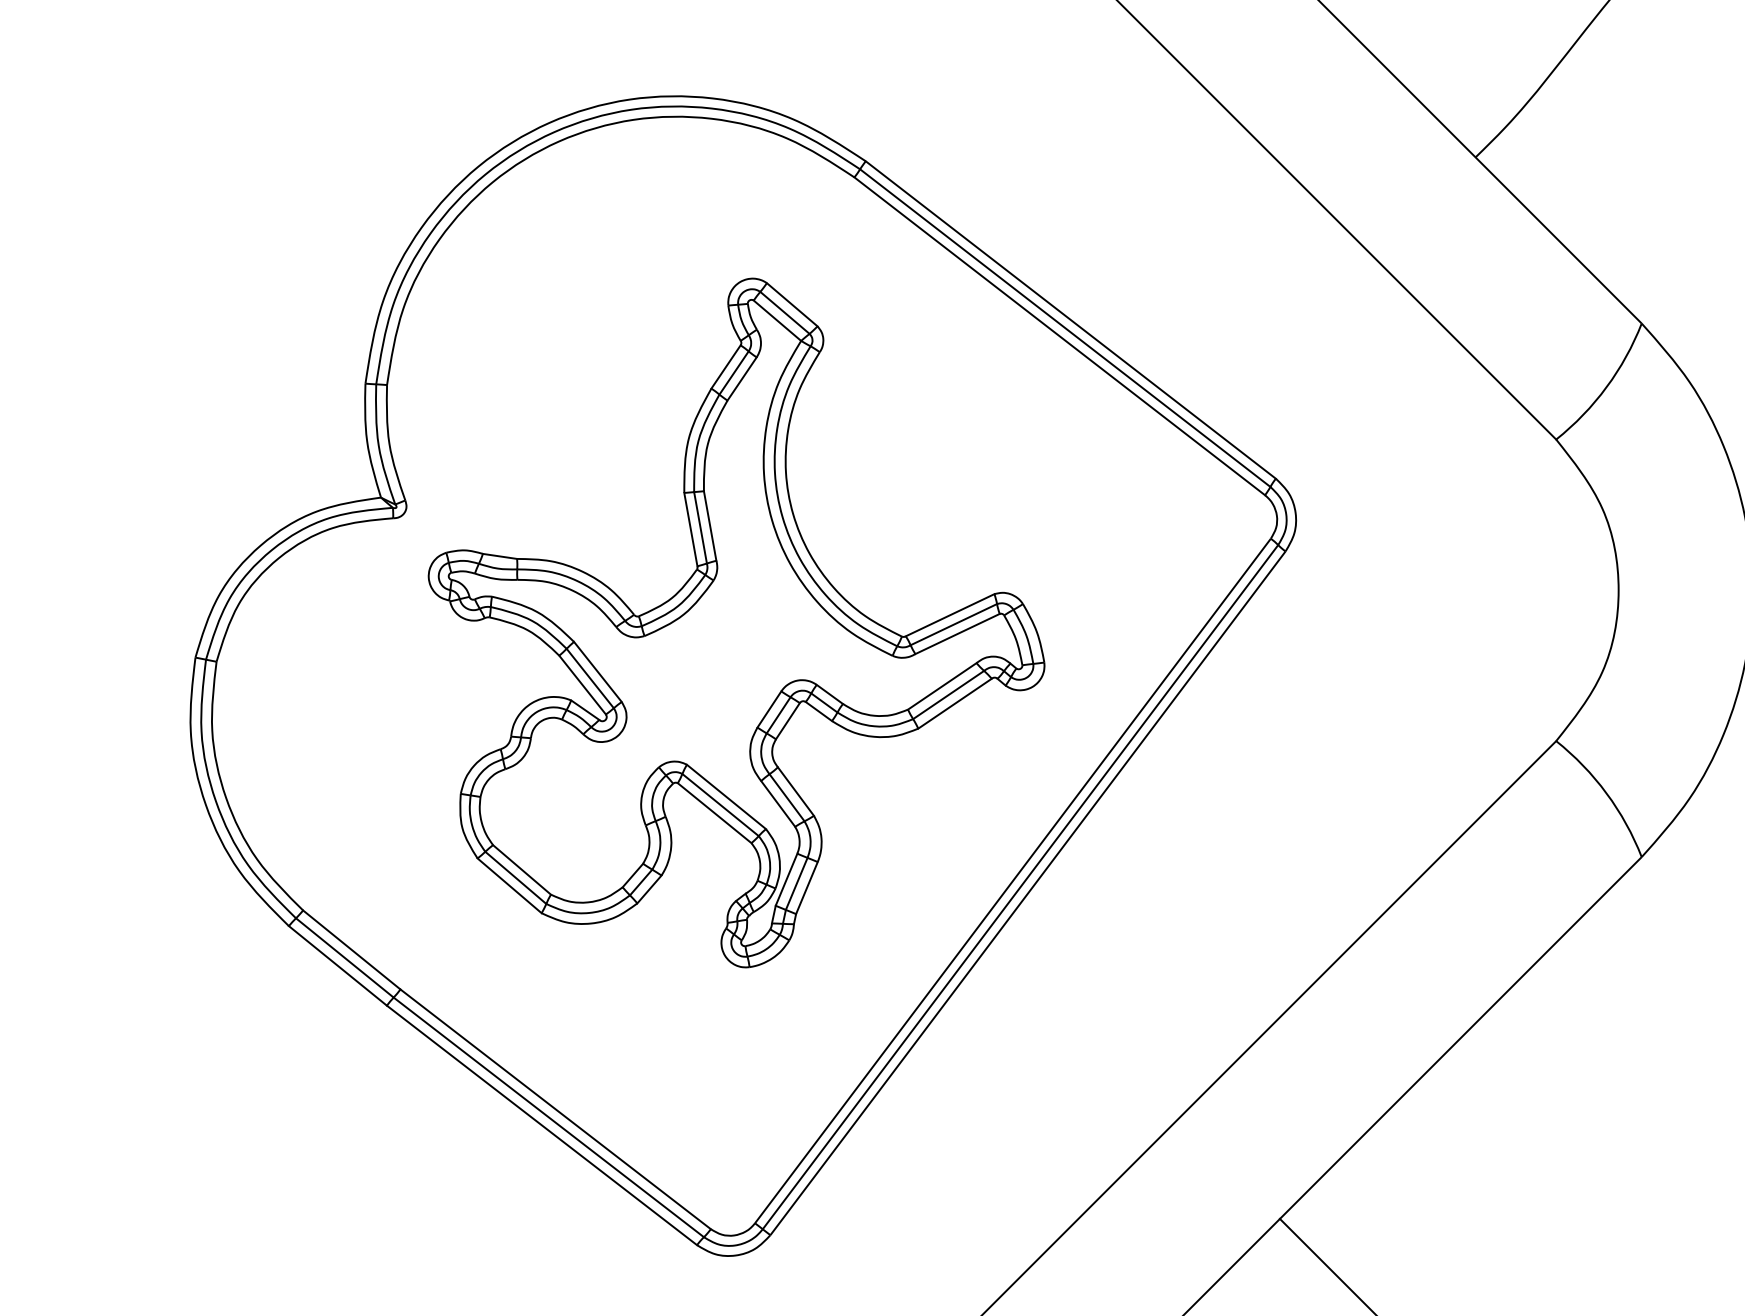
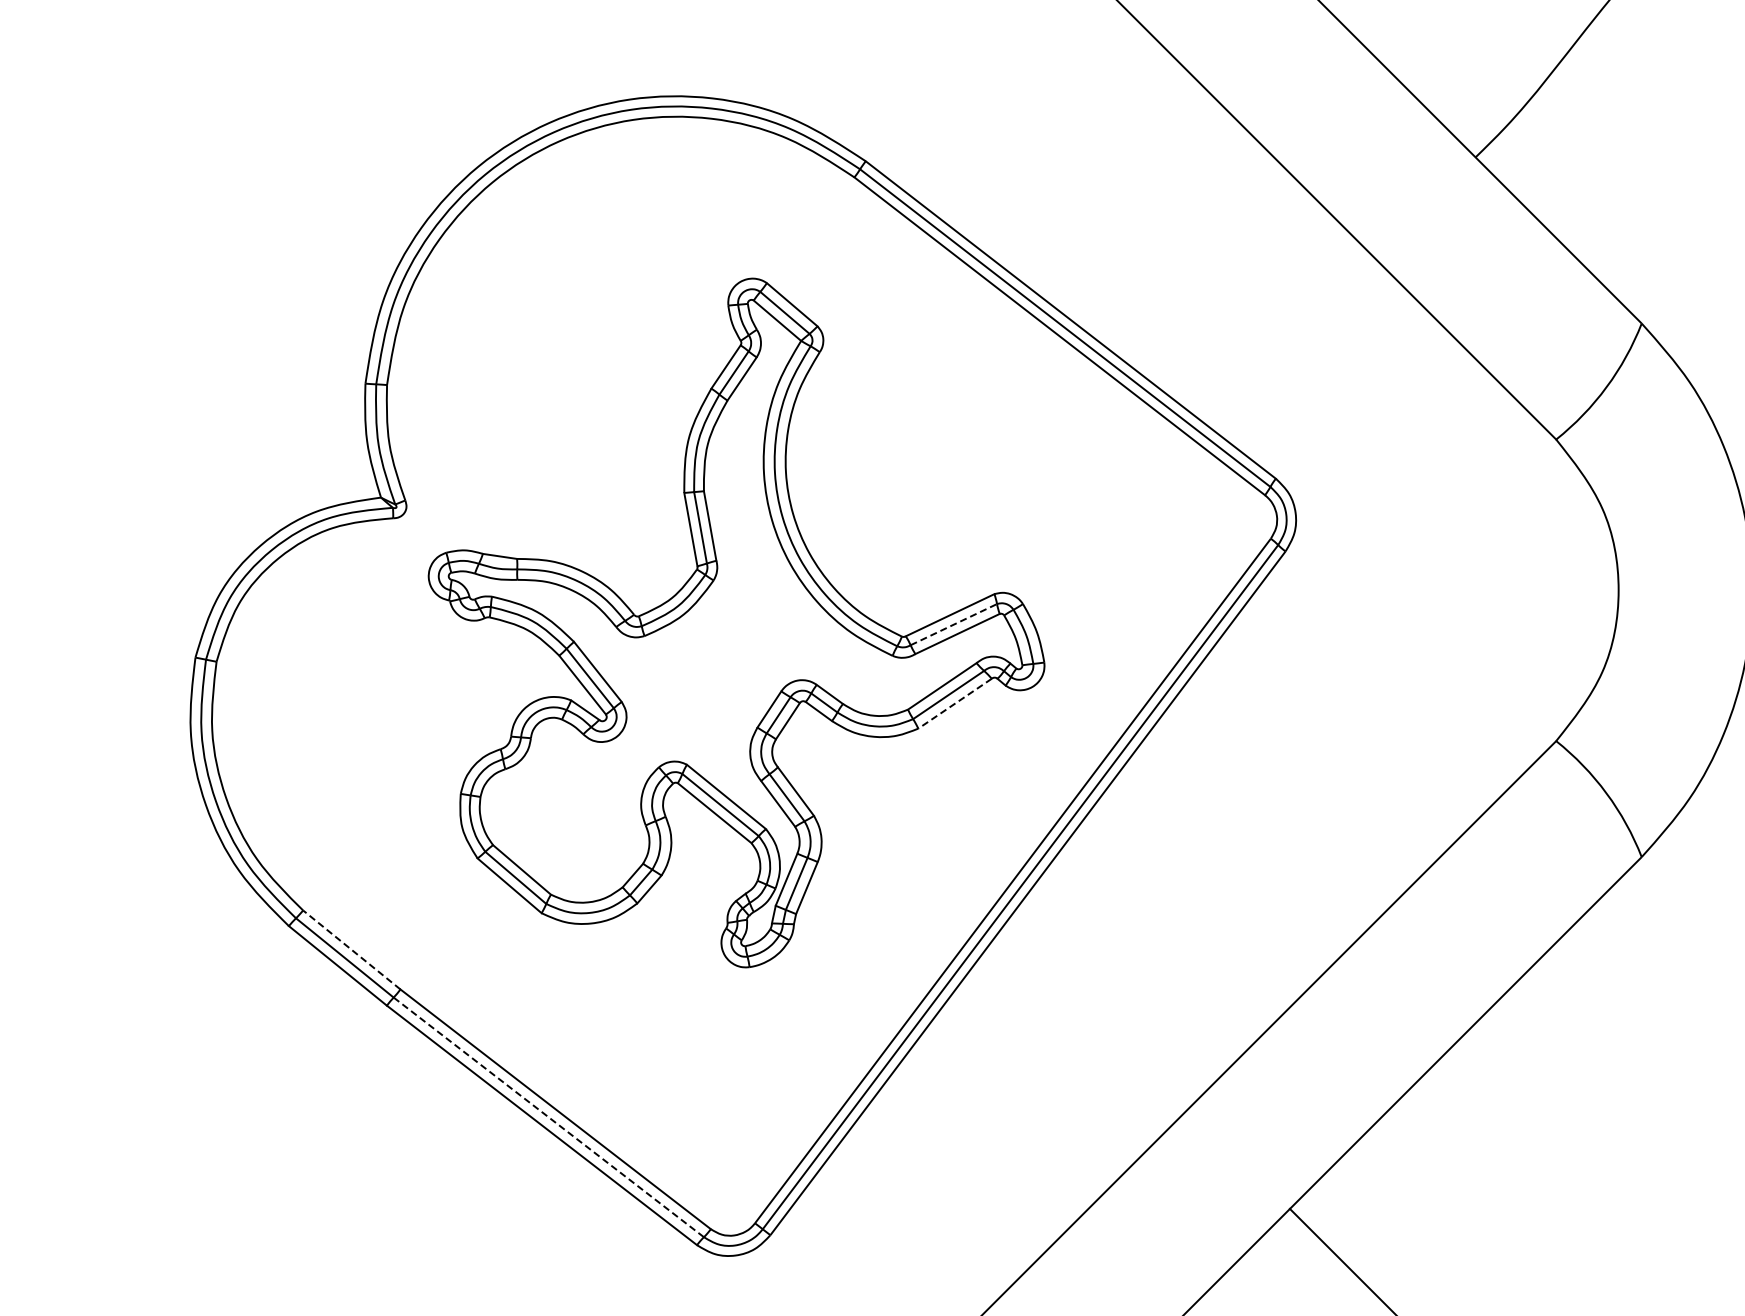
line at (953, 624): solid -> dashed
line at (954, 703): solid -> dashed
line at (351, 949): solid -> dashed
line at (548, 1117): solid -> dashed
line at (1326, 1265) position: (1326, 1265) -> (1341, 1260)
